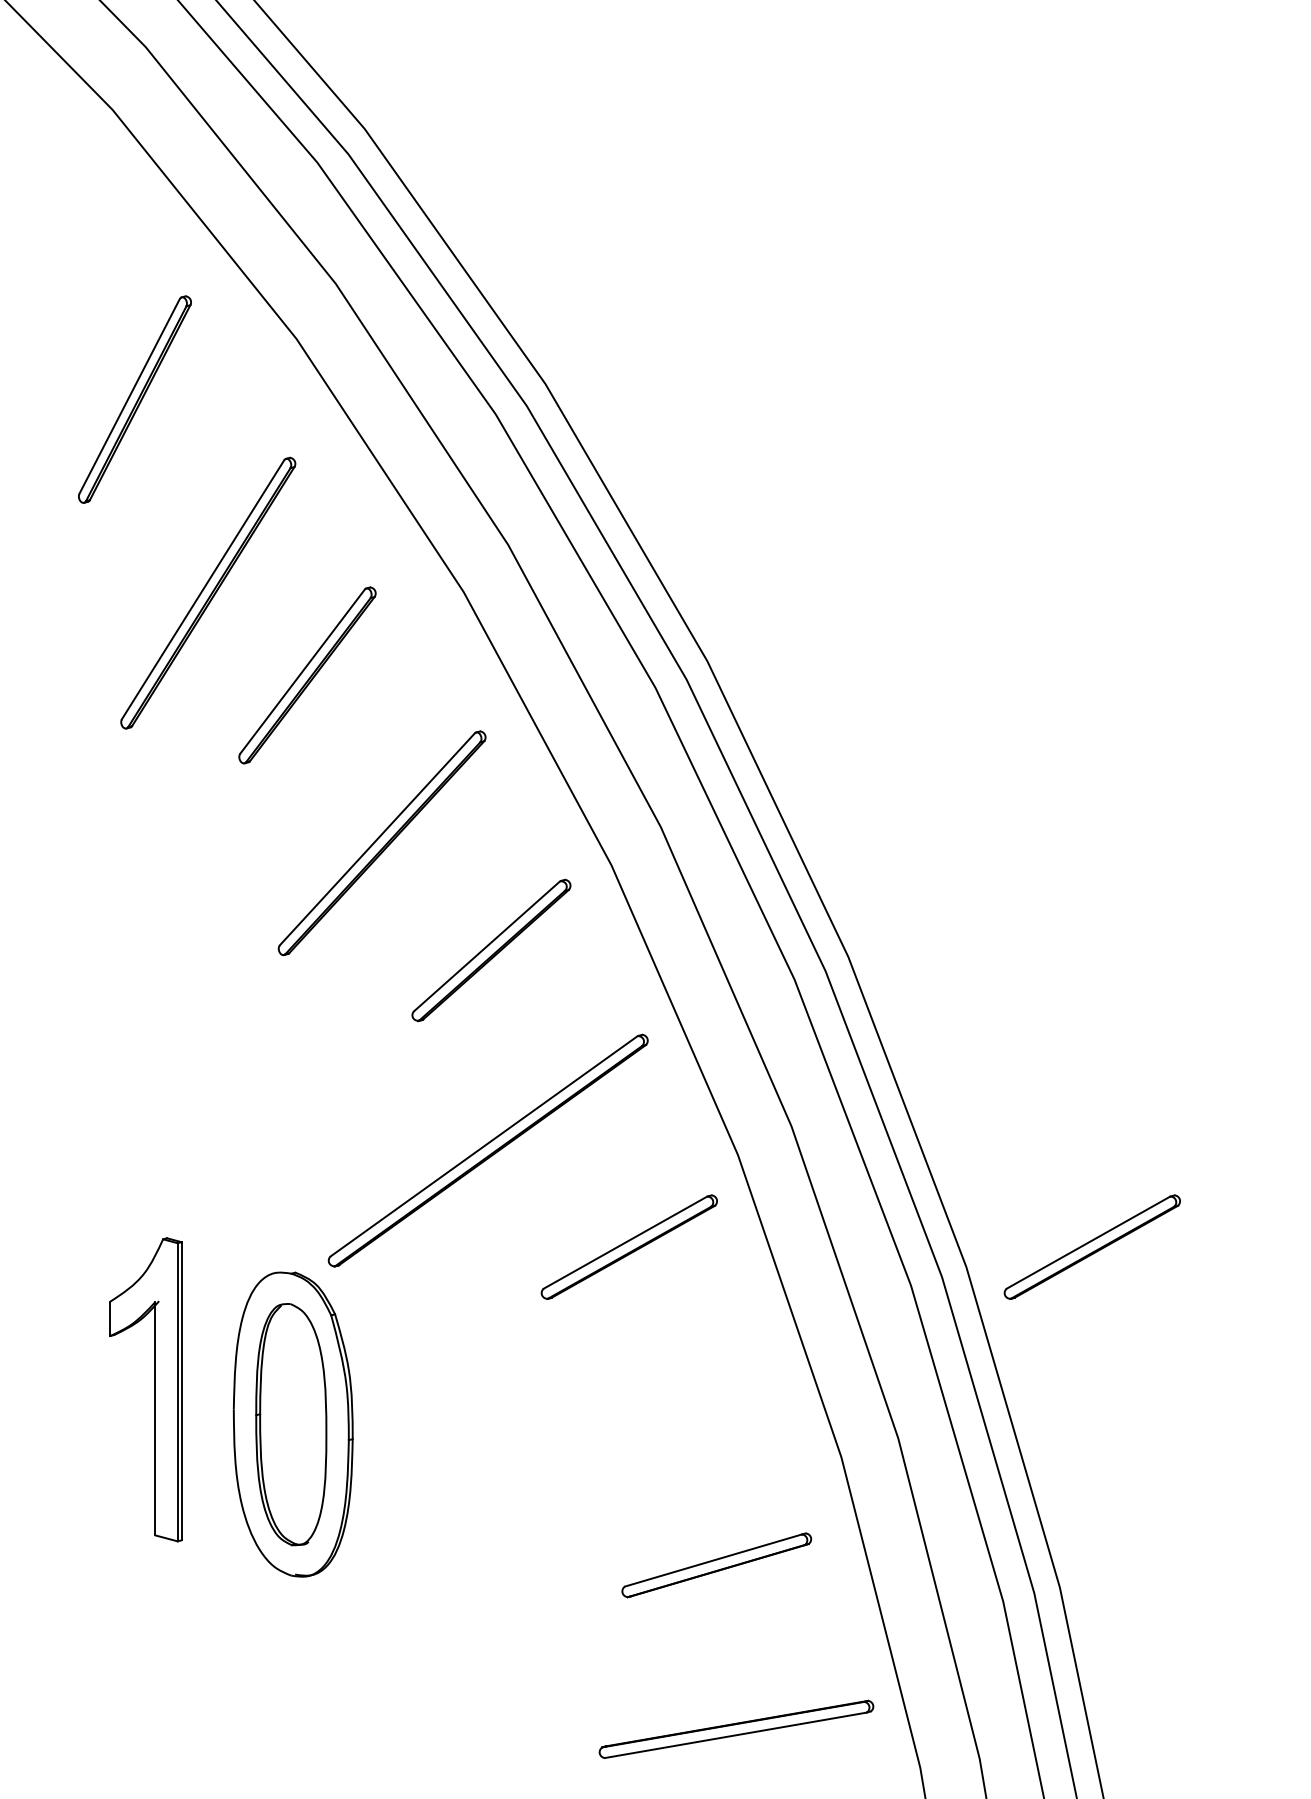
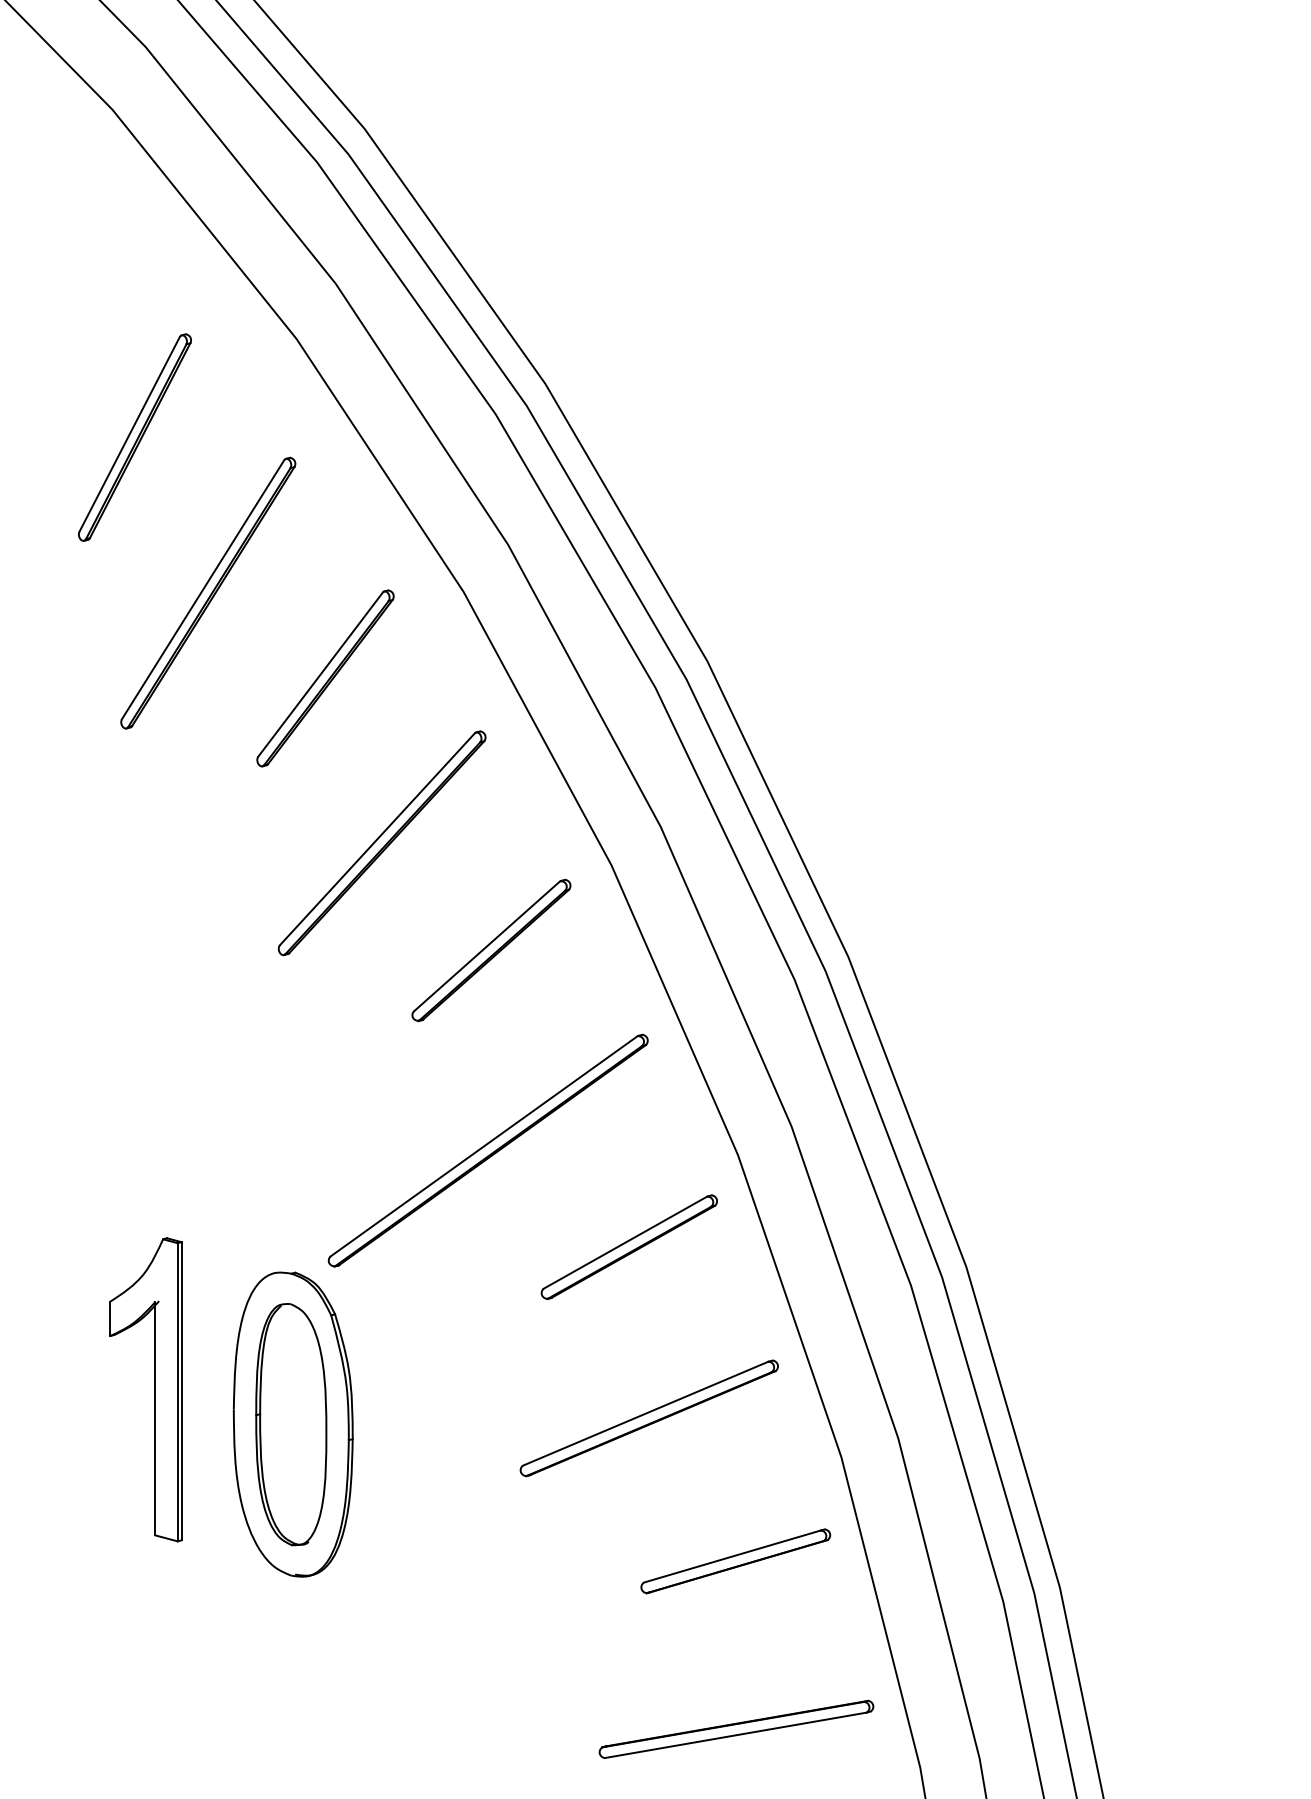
part at (134, 399) position: (134, 399) -> (134, 437)
part at (307, 675) position: (307, 675) -> (325, 678)
part at (1091, 1246): present -> none
part at (648, 1418): none -> present
part at (716, 1565) position: (716, 1565) -> (735, 1561)
